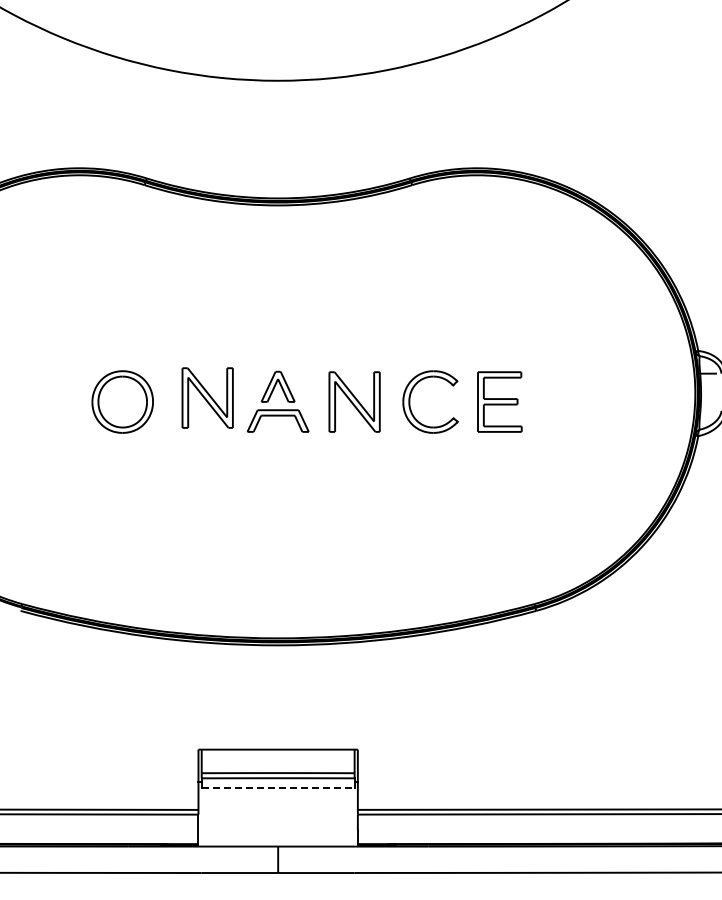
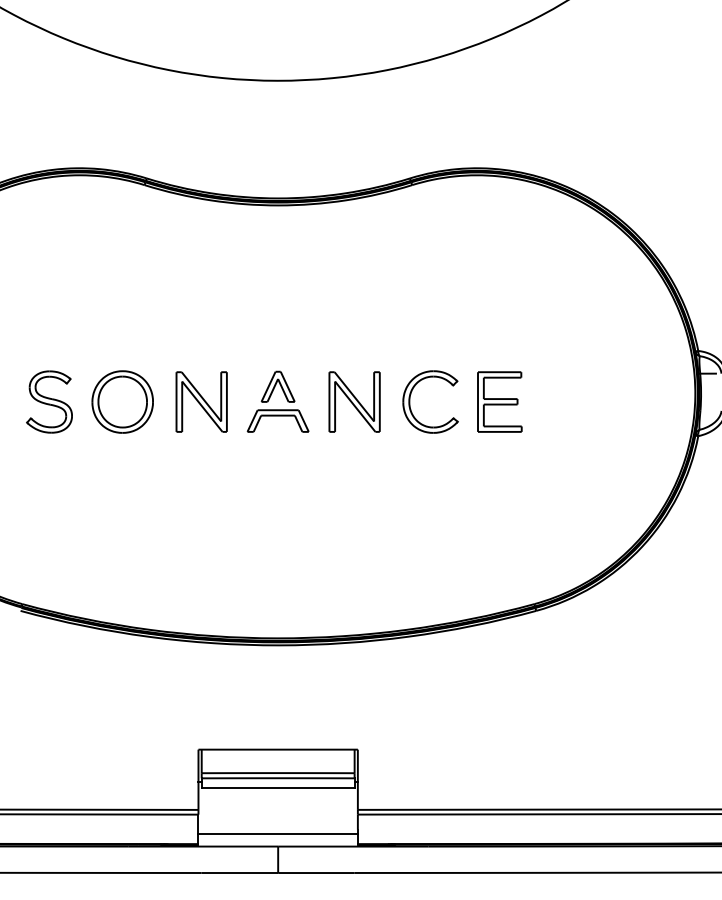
part at (207, 397) position: (207, 397) -> (201, 401)
part at (49, 401): none -> present
line at (278, 788): dashed -> solid
line at (277, 834): none -> present
